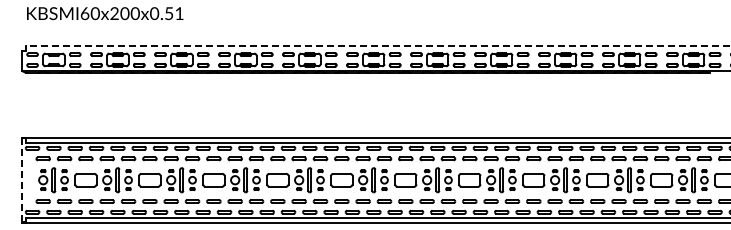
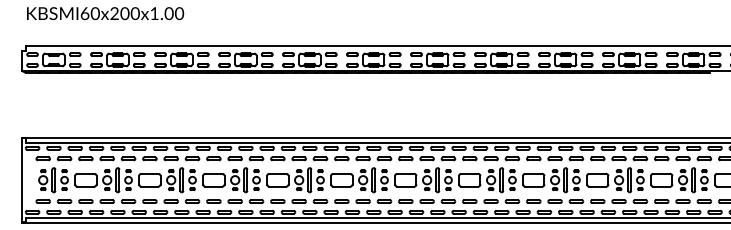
text at (167, 13): 60x200x0.51 -> 60x200x1.00
line at (377, 45): dashed -> solid
line at (21, 180): dashed -> solid
